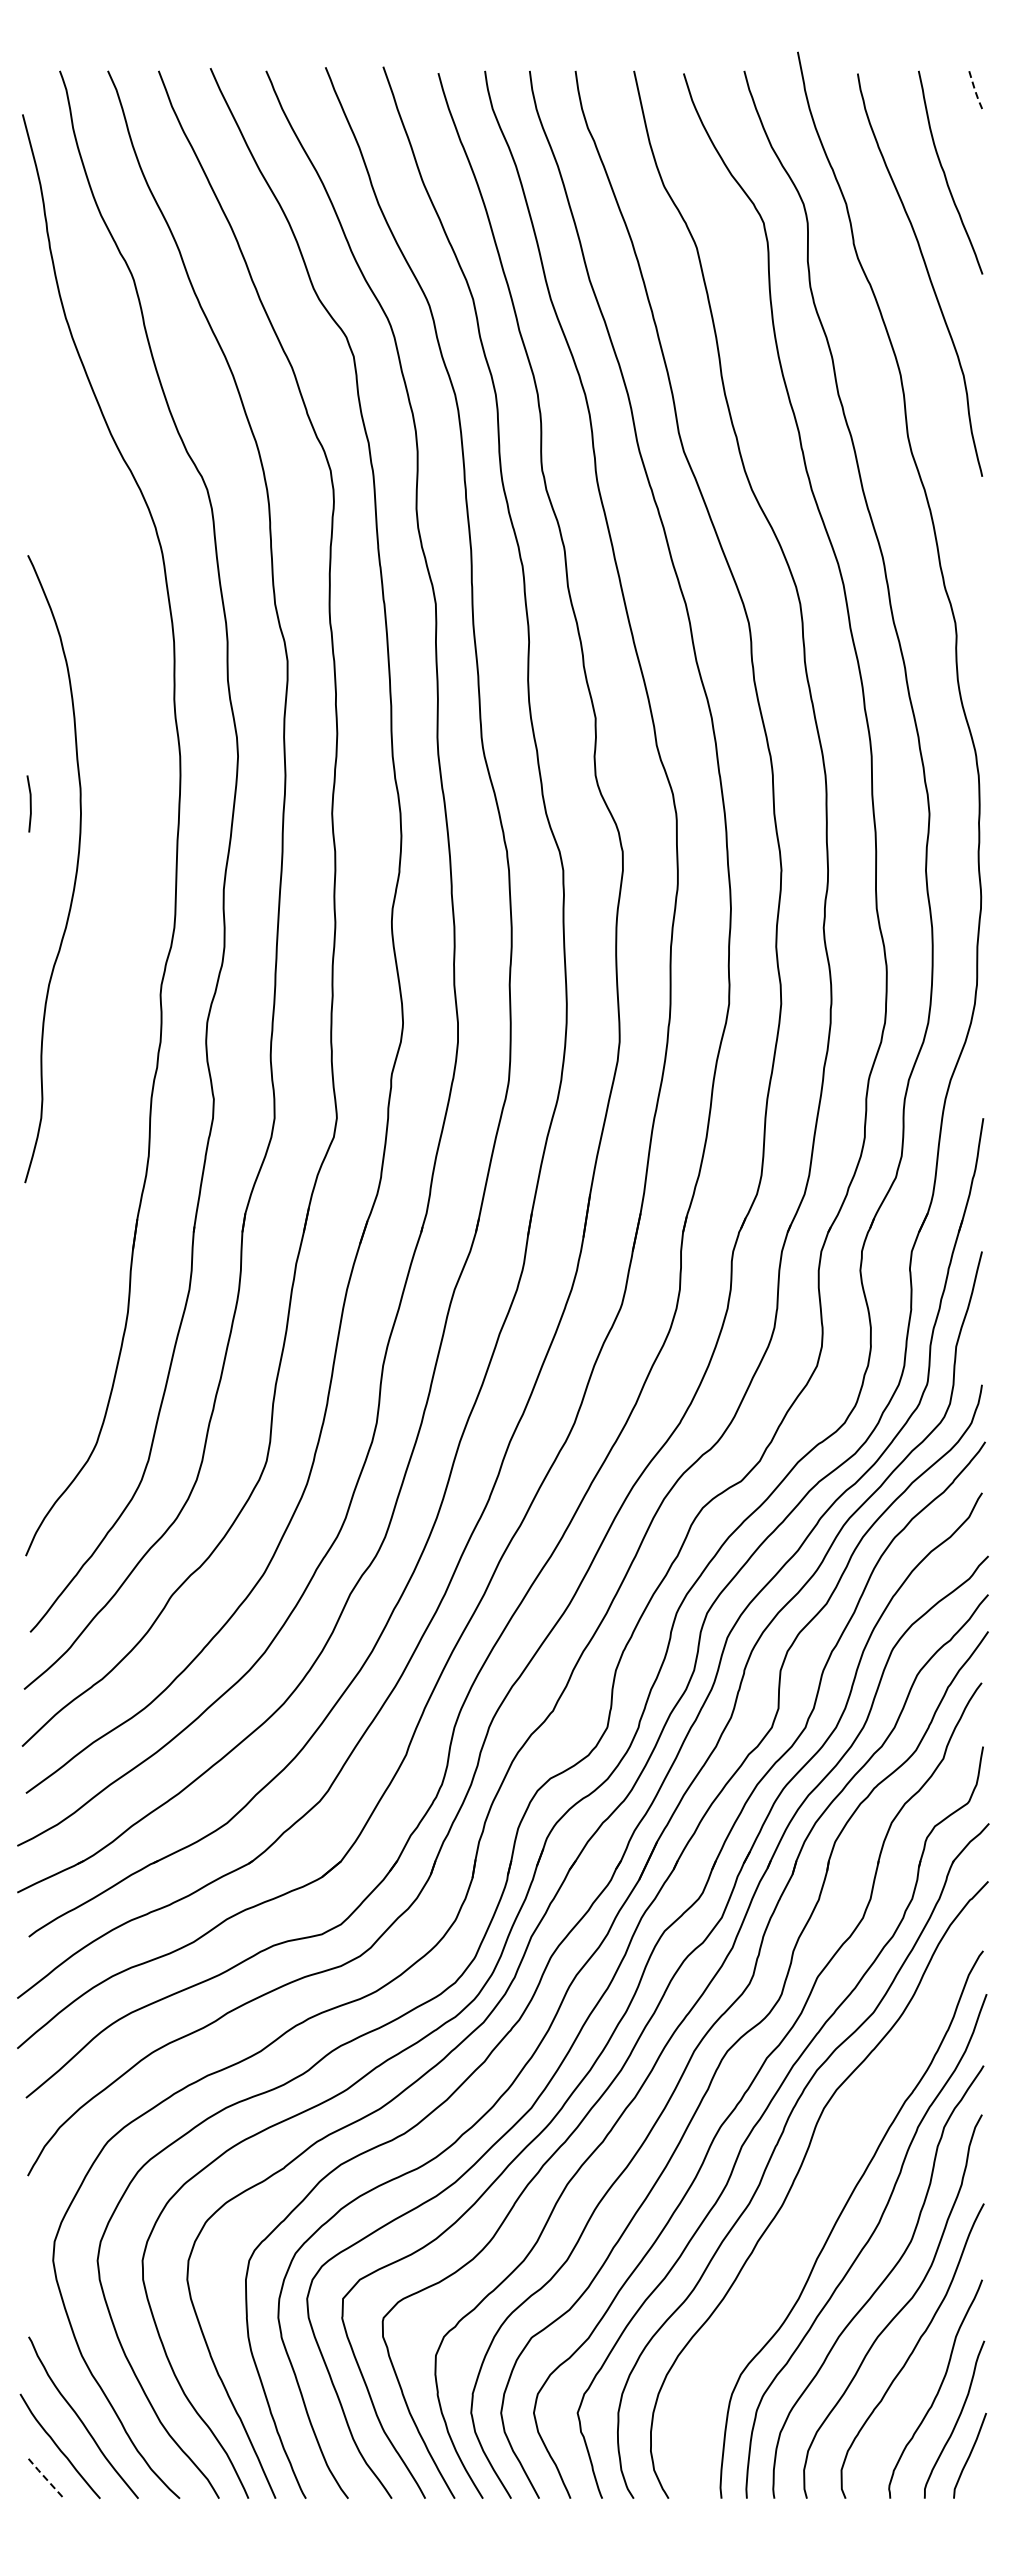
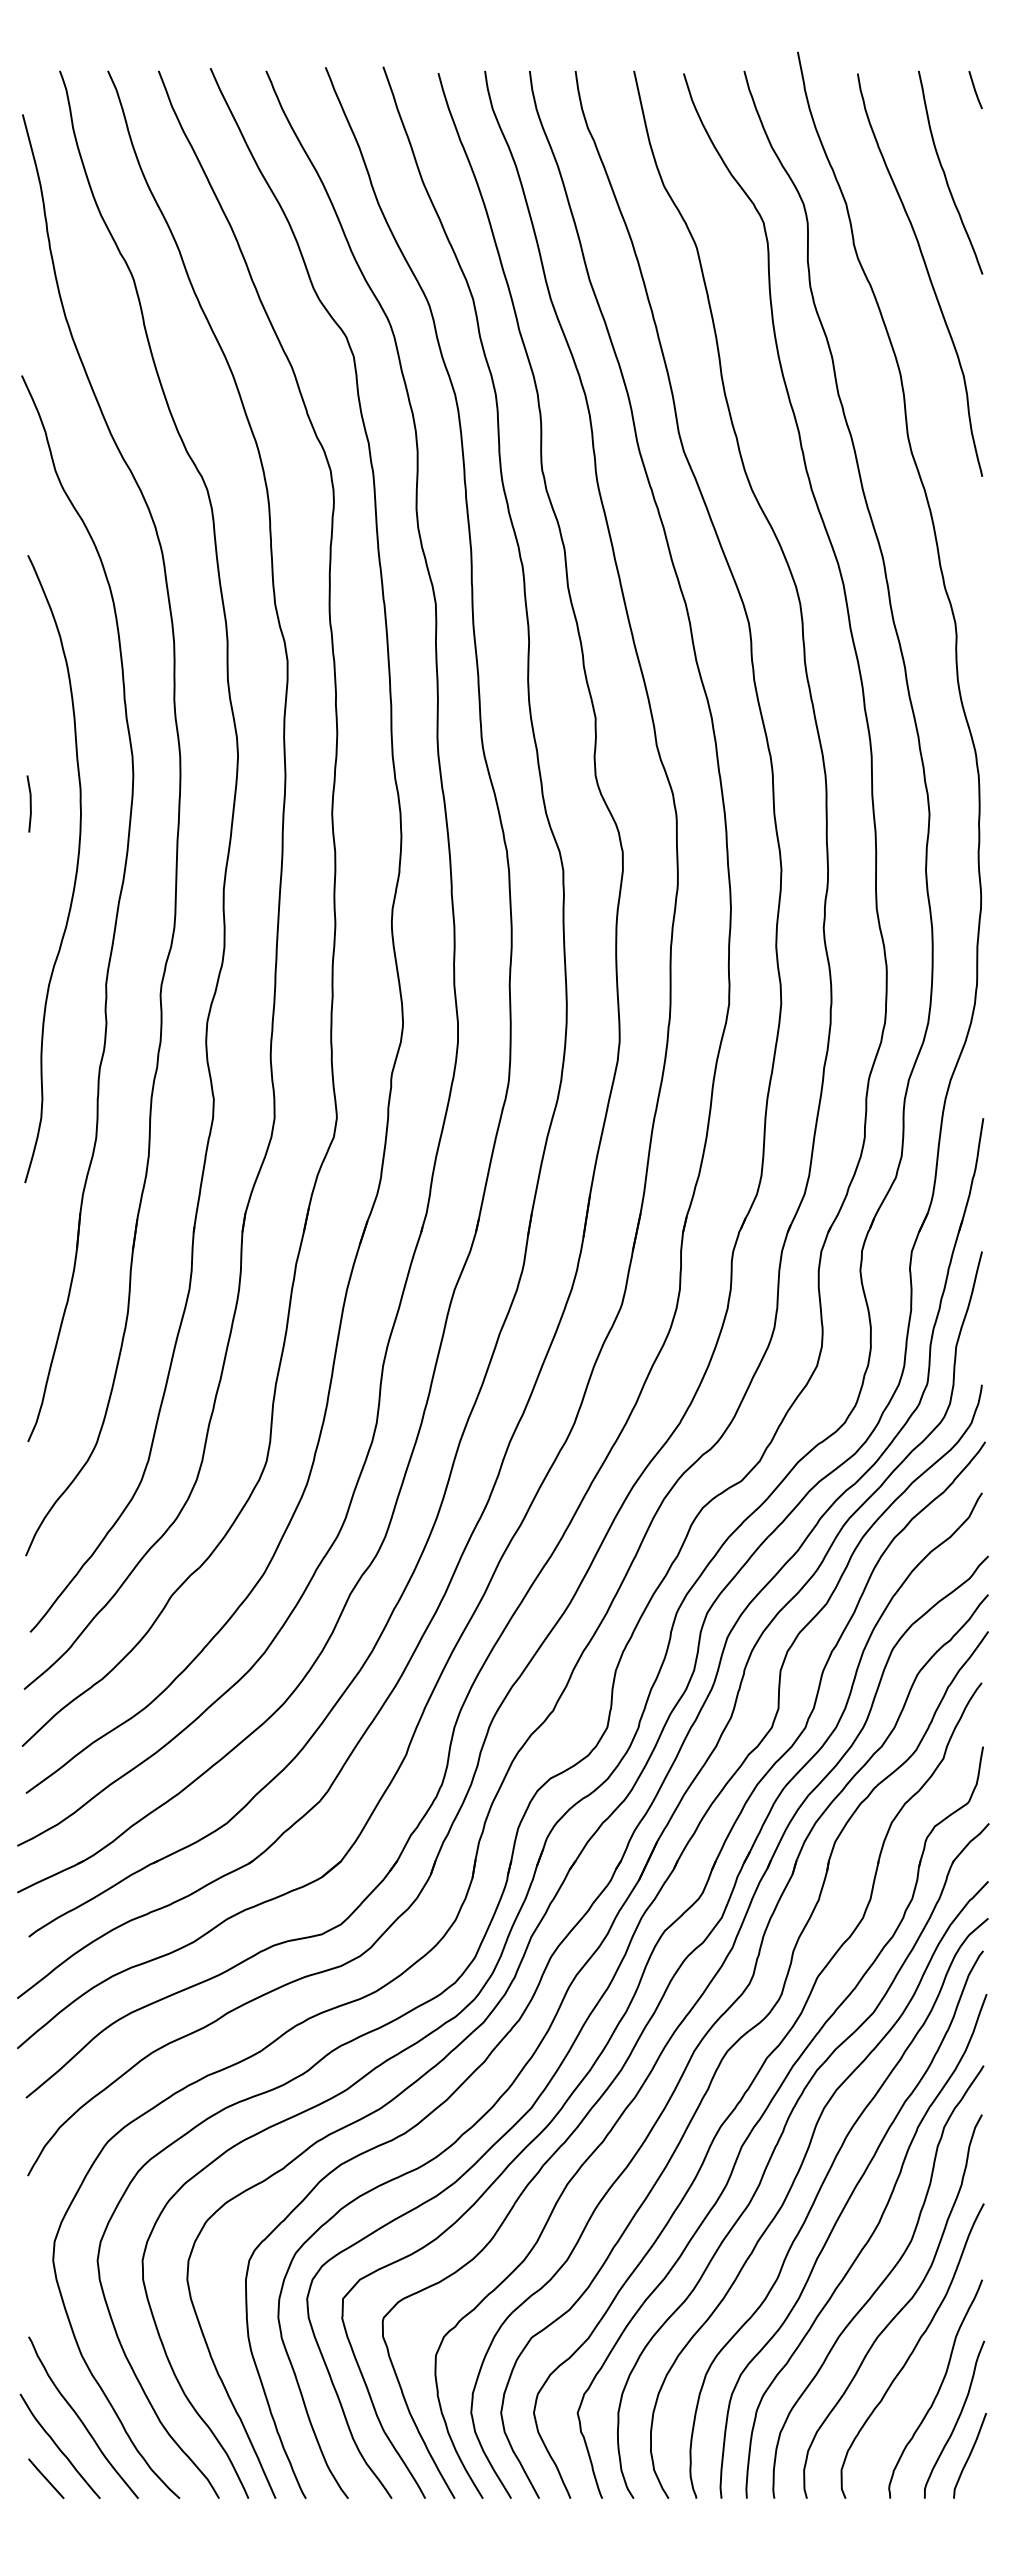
line at (974, 89): dashed -> solid
part at (116, 910): none -> present
curve at (817, 2197): none -> present
line at (46, 2478): dashed -> solid
